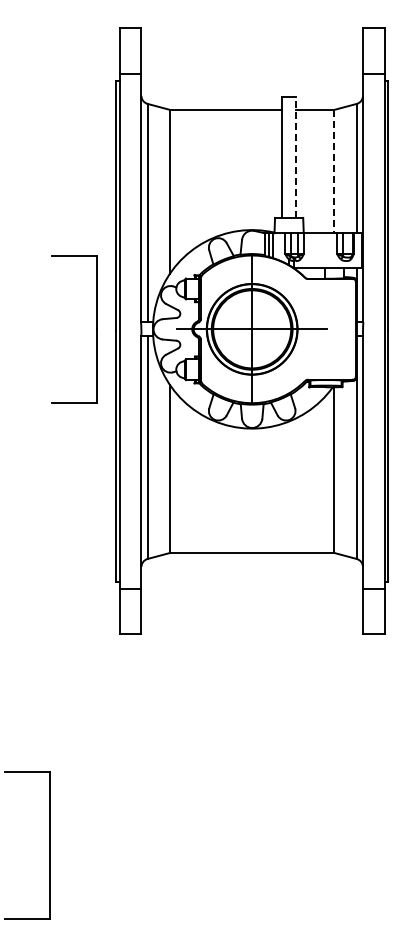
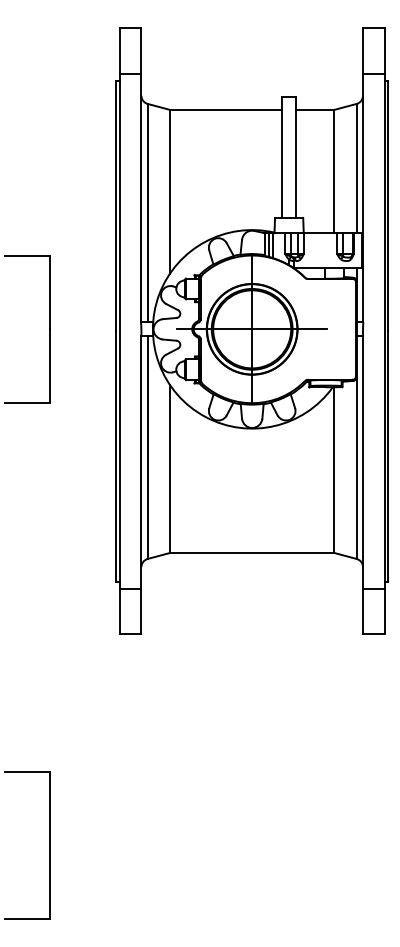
line at (296, 157): dashed -> solid
line at (334, 171): dashed -> solid
part at (96, 329) position: (96, 329) -> (49, 329)
